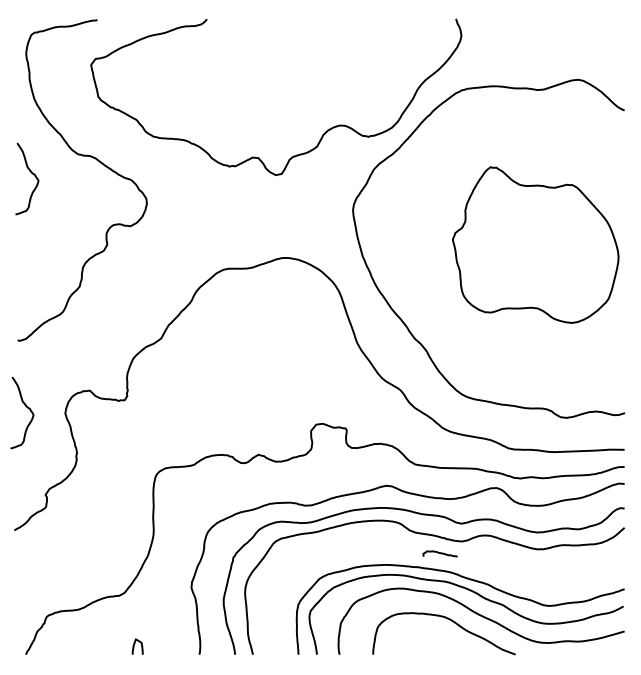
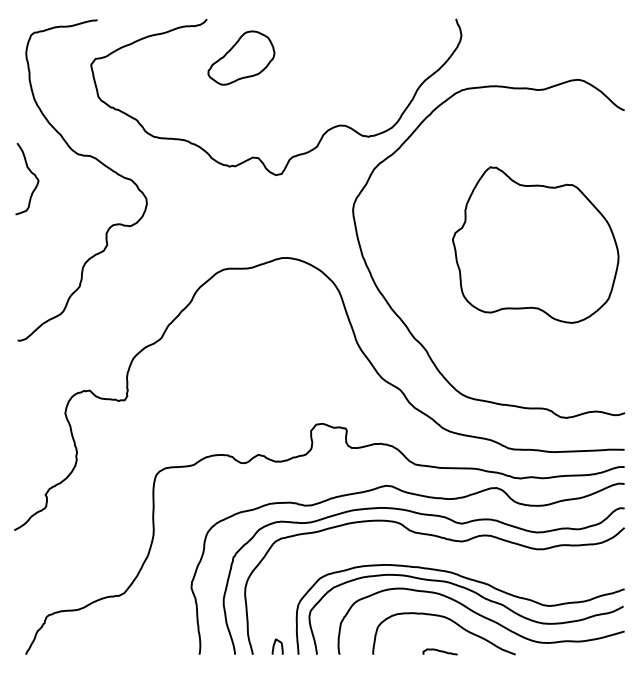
part at (241, 57): none -> present
curve at (27, 408): present -> none
curve at (439, 553) position: (439, 553) -> (439, 651)
curve at (135, 644) position: (135, 644) -> (275, 644)
